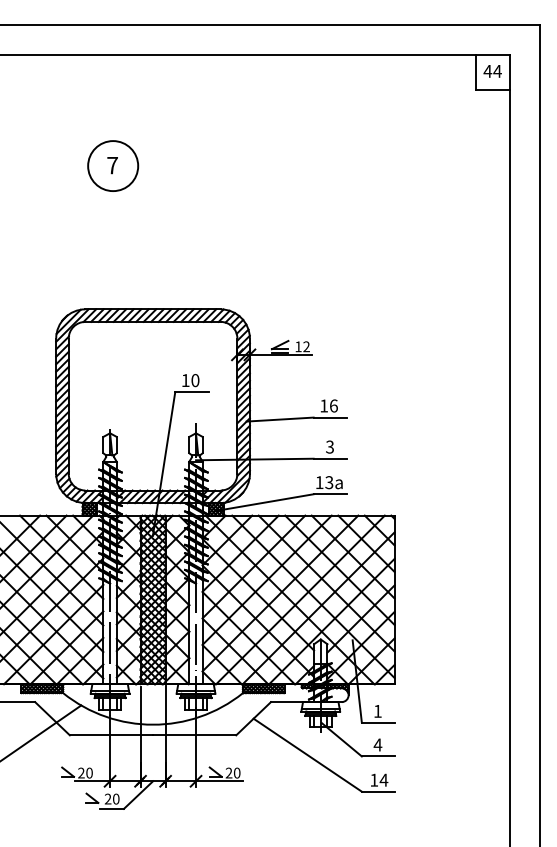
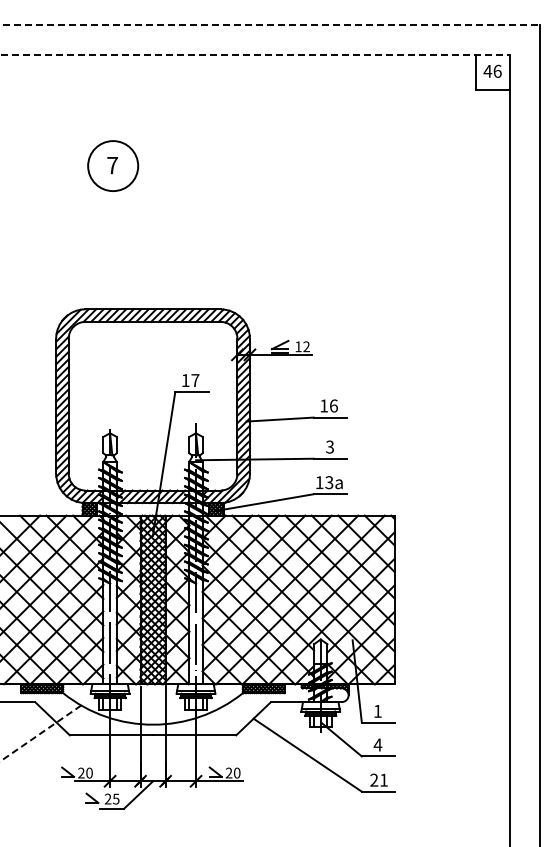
line at (270, 25): solid -> dashed
line at (255, 55): solid -> dashed
text at (497, 70): 44 -> 46
text at (195, 380): 10 -> 17
line at (40, 733): solid -> dashed
text at (379, 779): 14 -> 21
text at (115, 798): 20 -> 25
